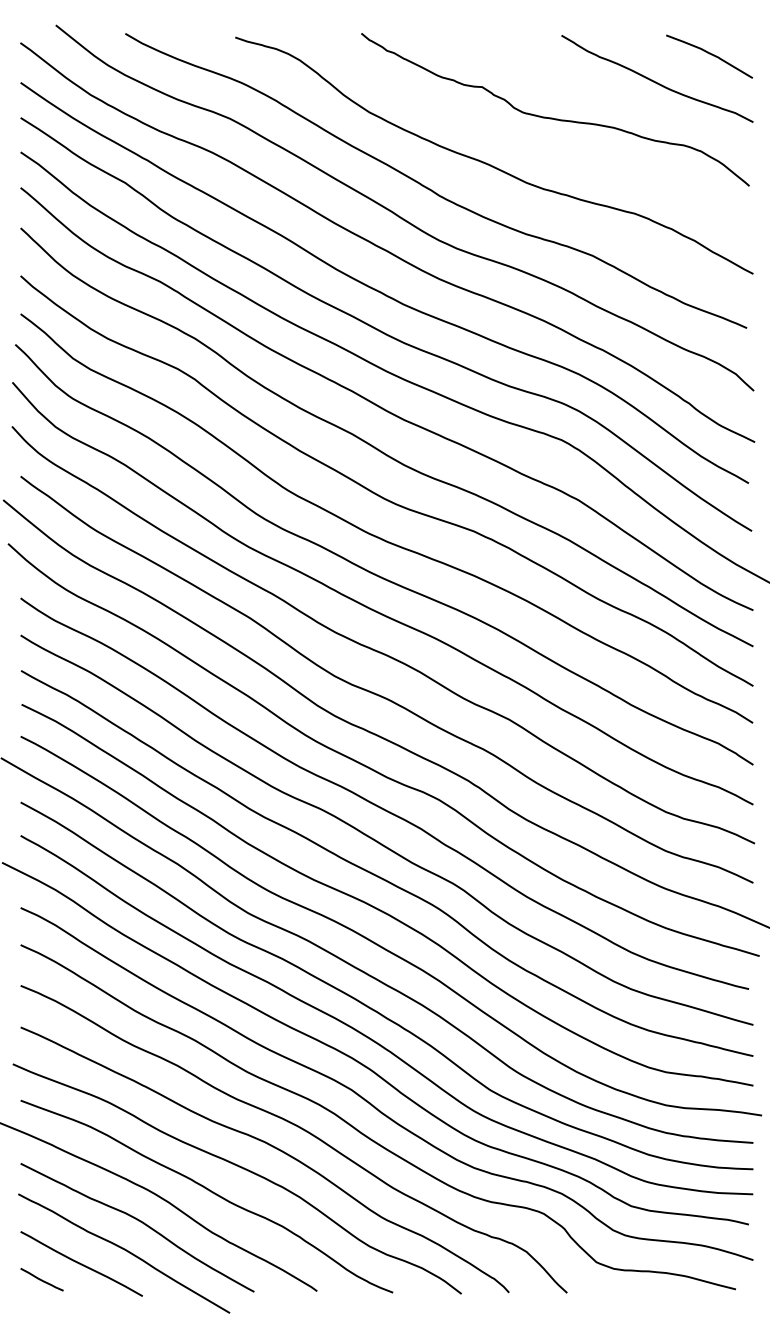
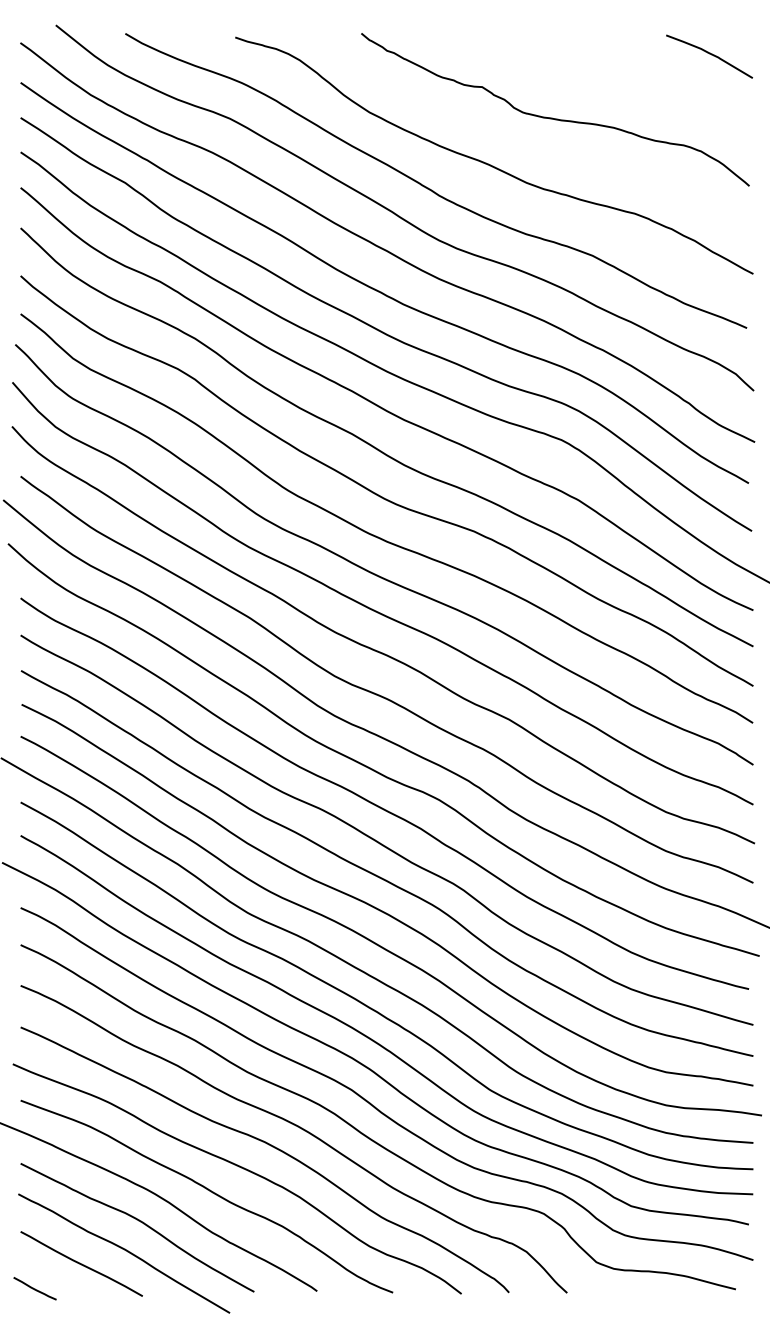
curve at (656, 81): present -> none
line at (41, 1279) position: (41, 1279) -> (34, 1288)
